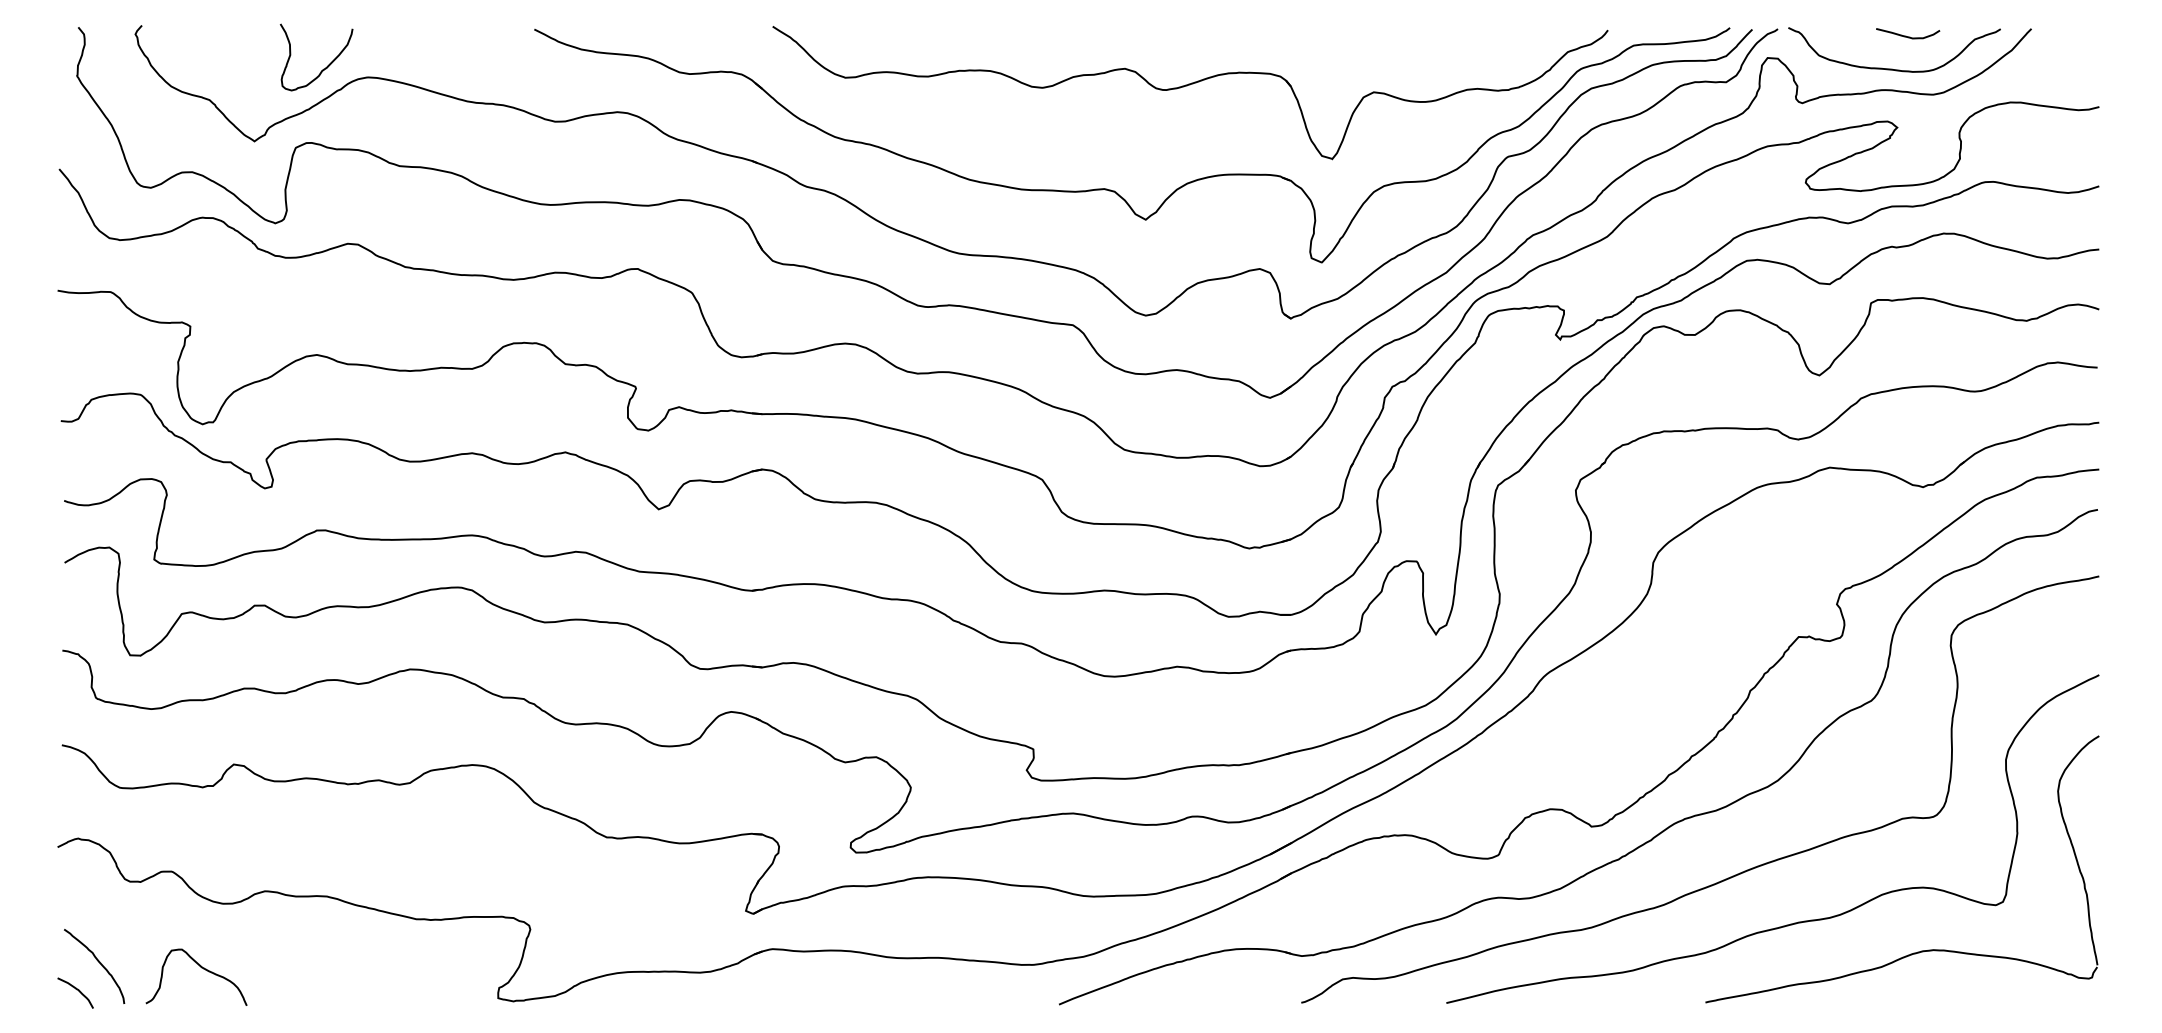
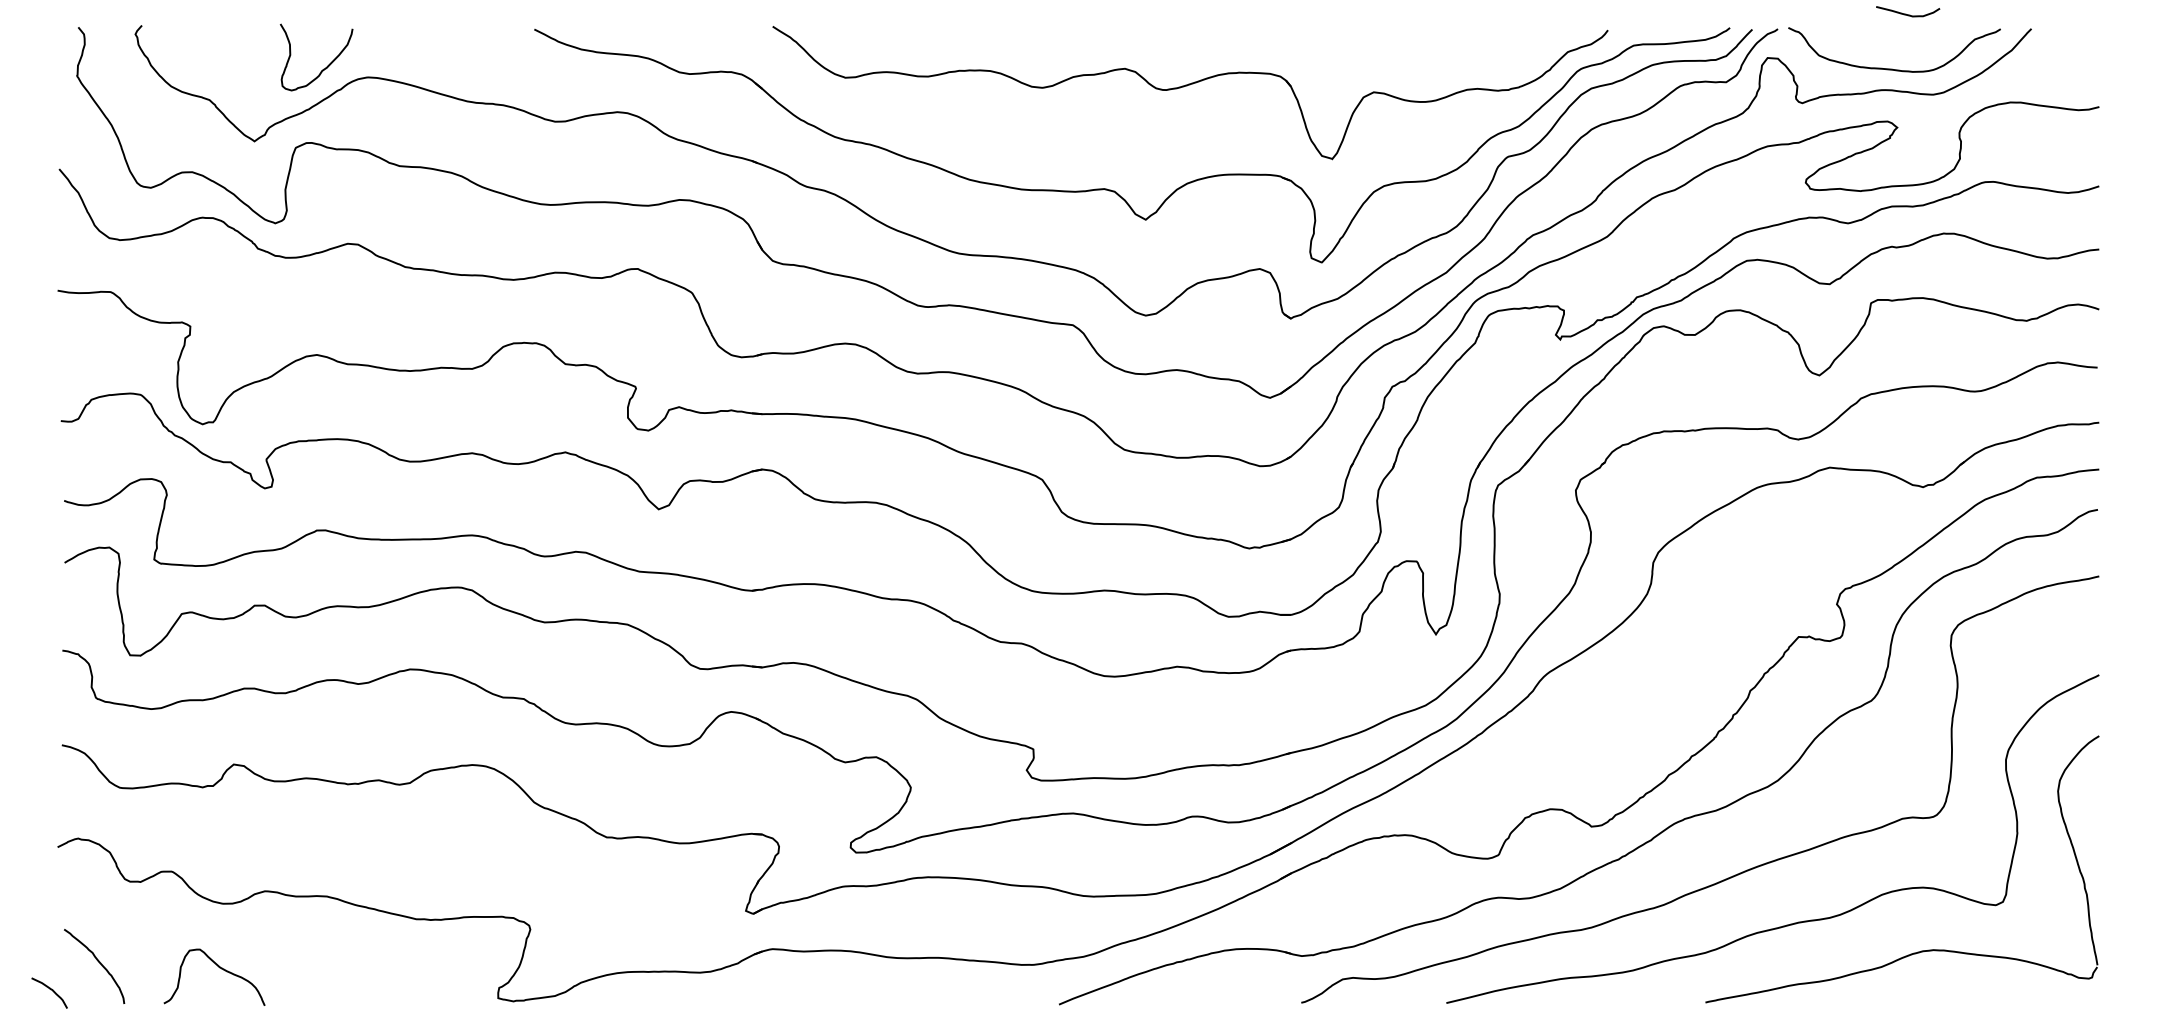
curve at (1906, 35) position: (1906, 35) -> (1906, 13)
curve at (201, 968) position: (201, 968) -> (219, 968)
curve at (77, 990) position: (77, 990) -> (51, 990)
